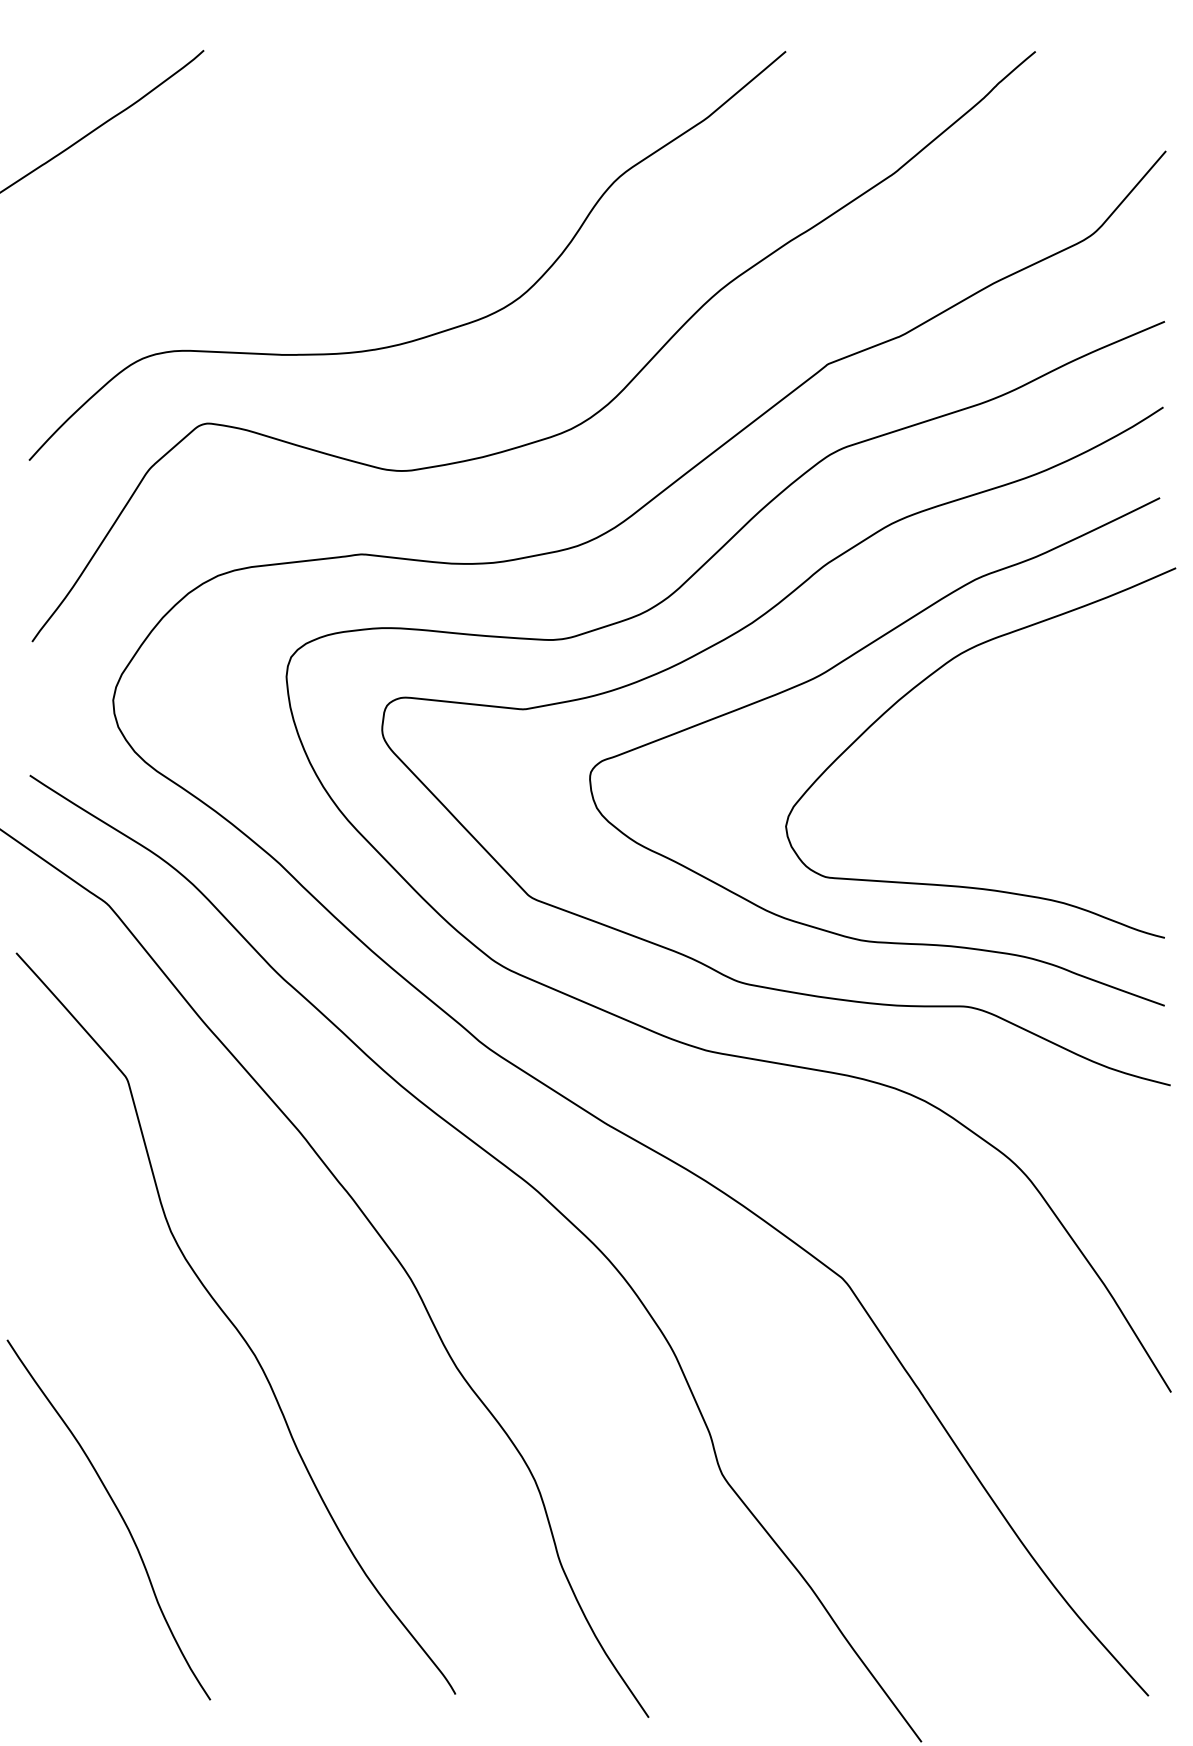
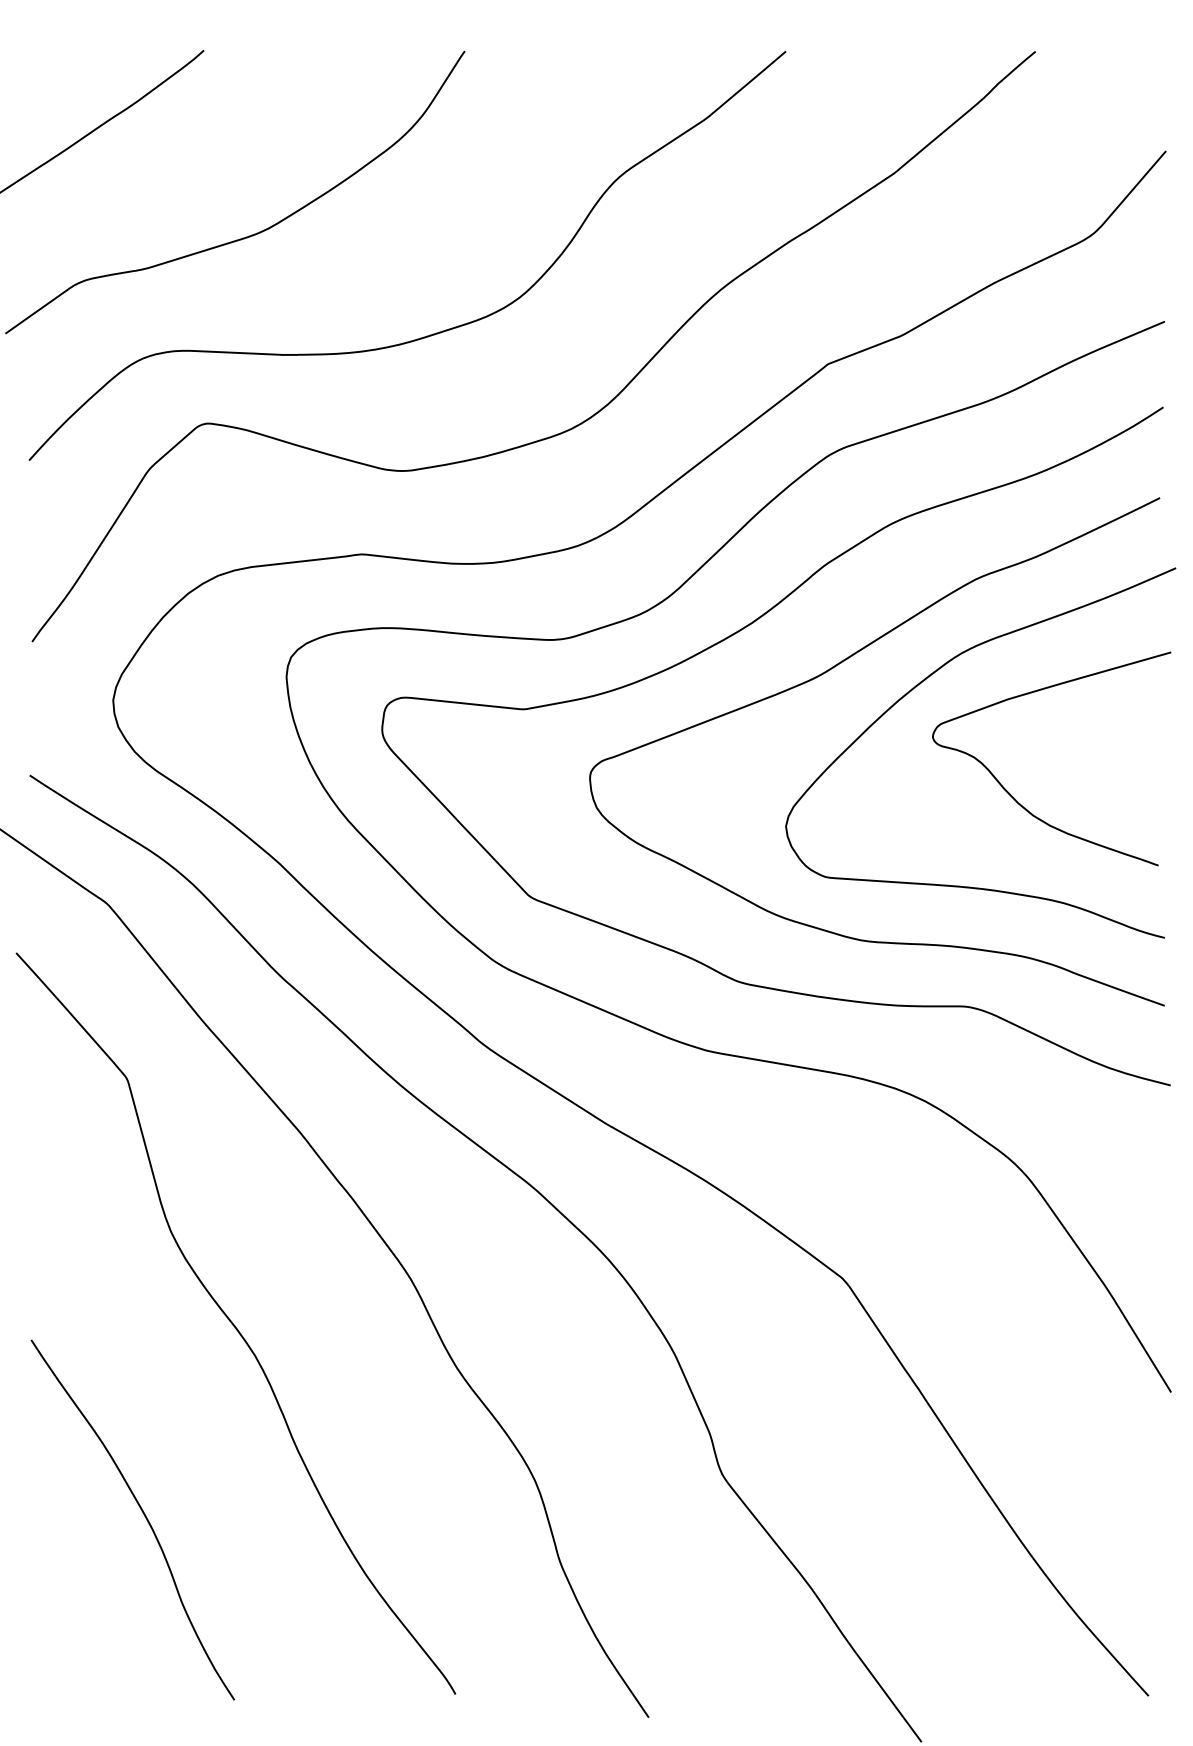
curve at (251, 234): none -> present
curve at (1013, 796): none -> present
curve at (118, 1513) position: (118, 1513) -> (142, 1513)
